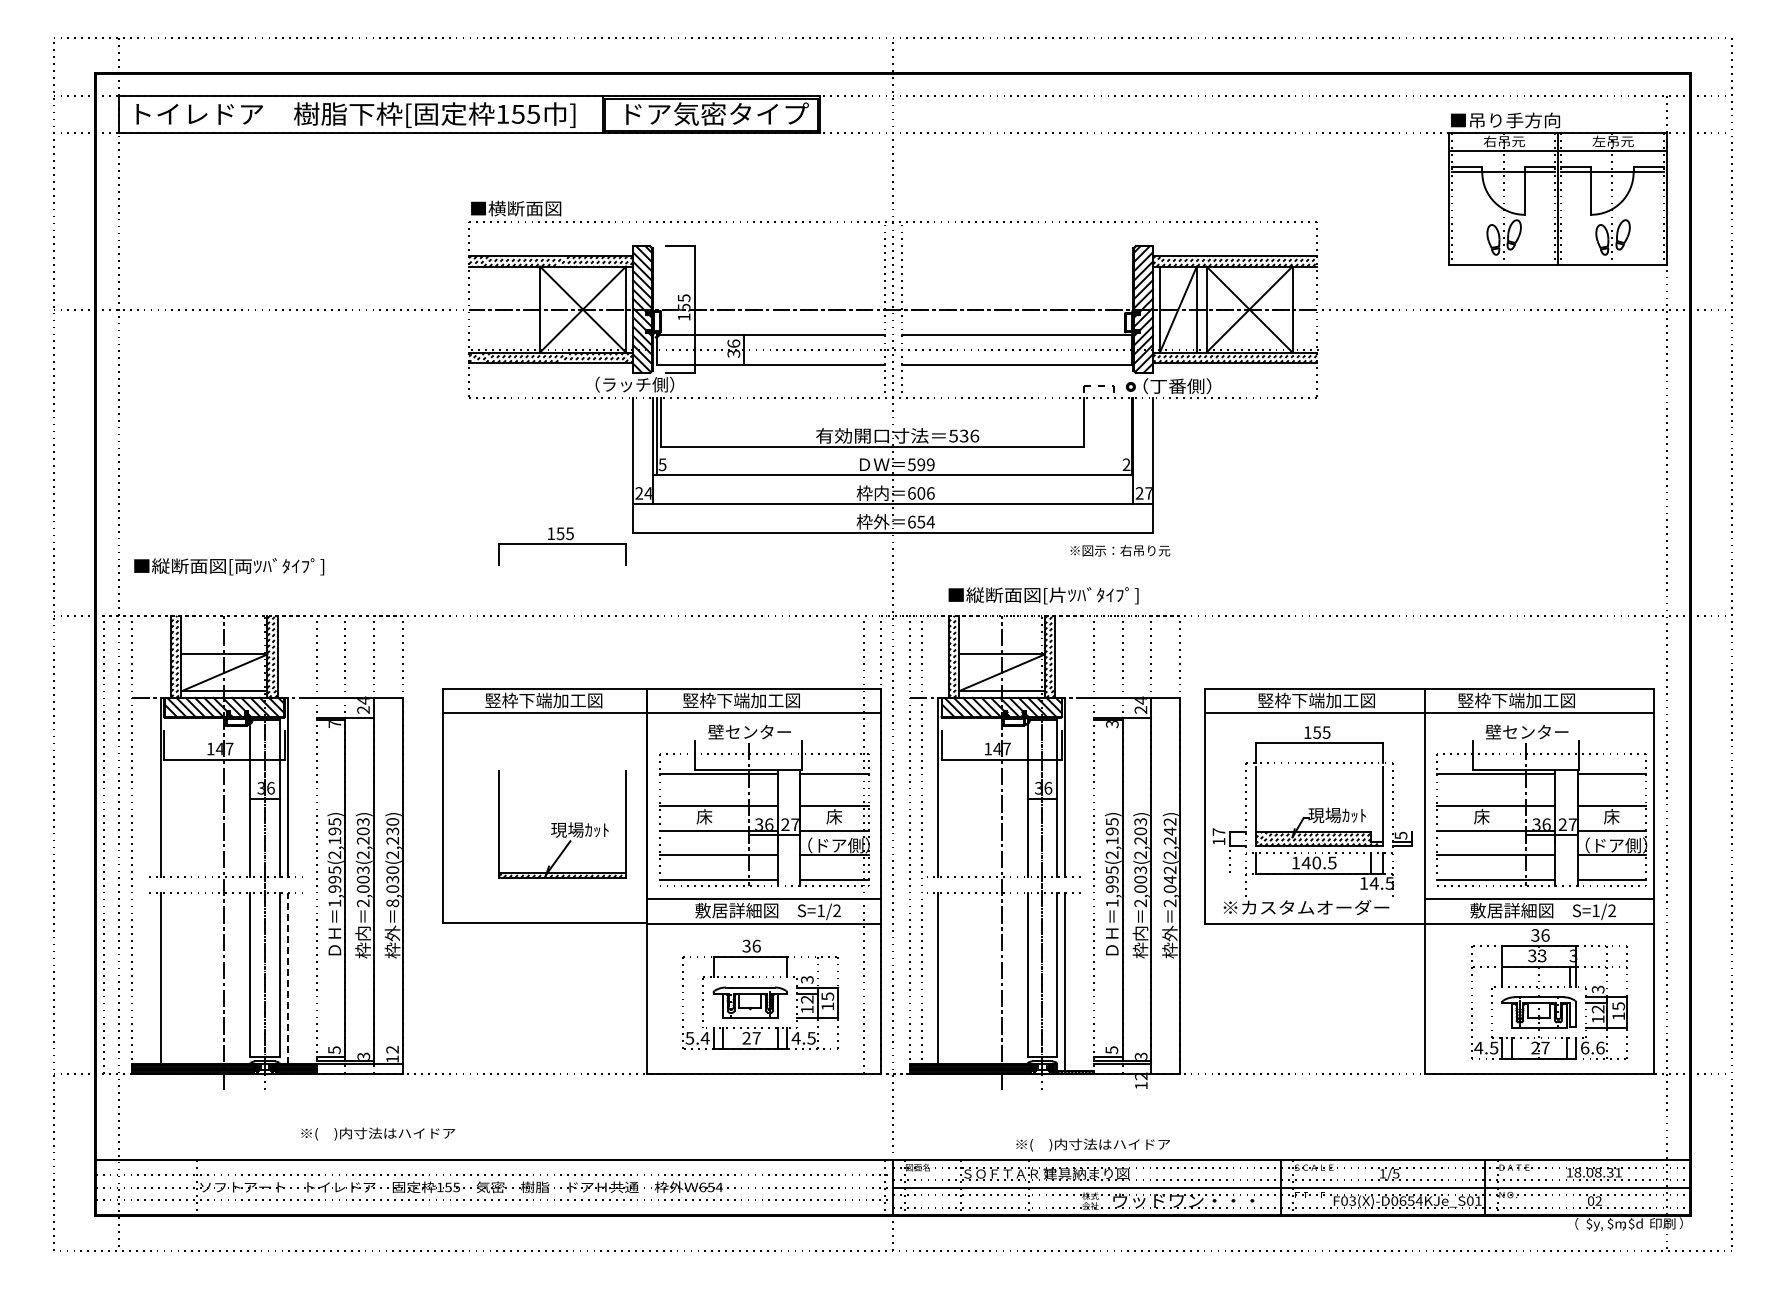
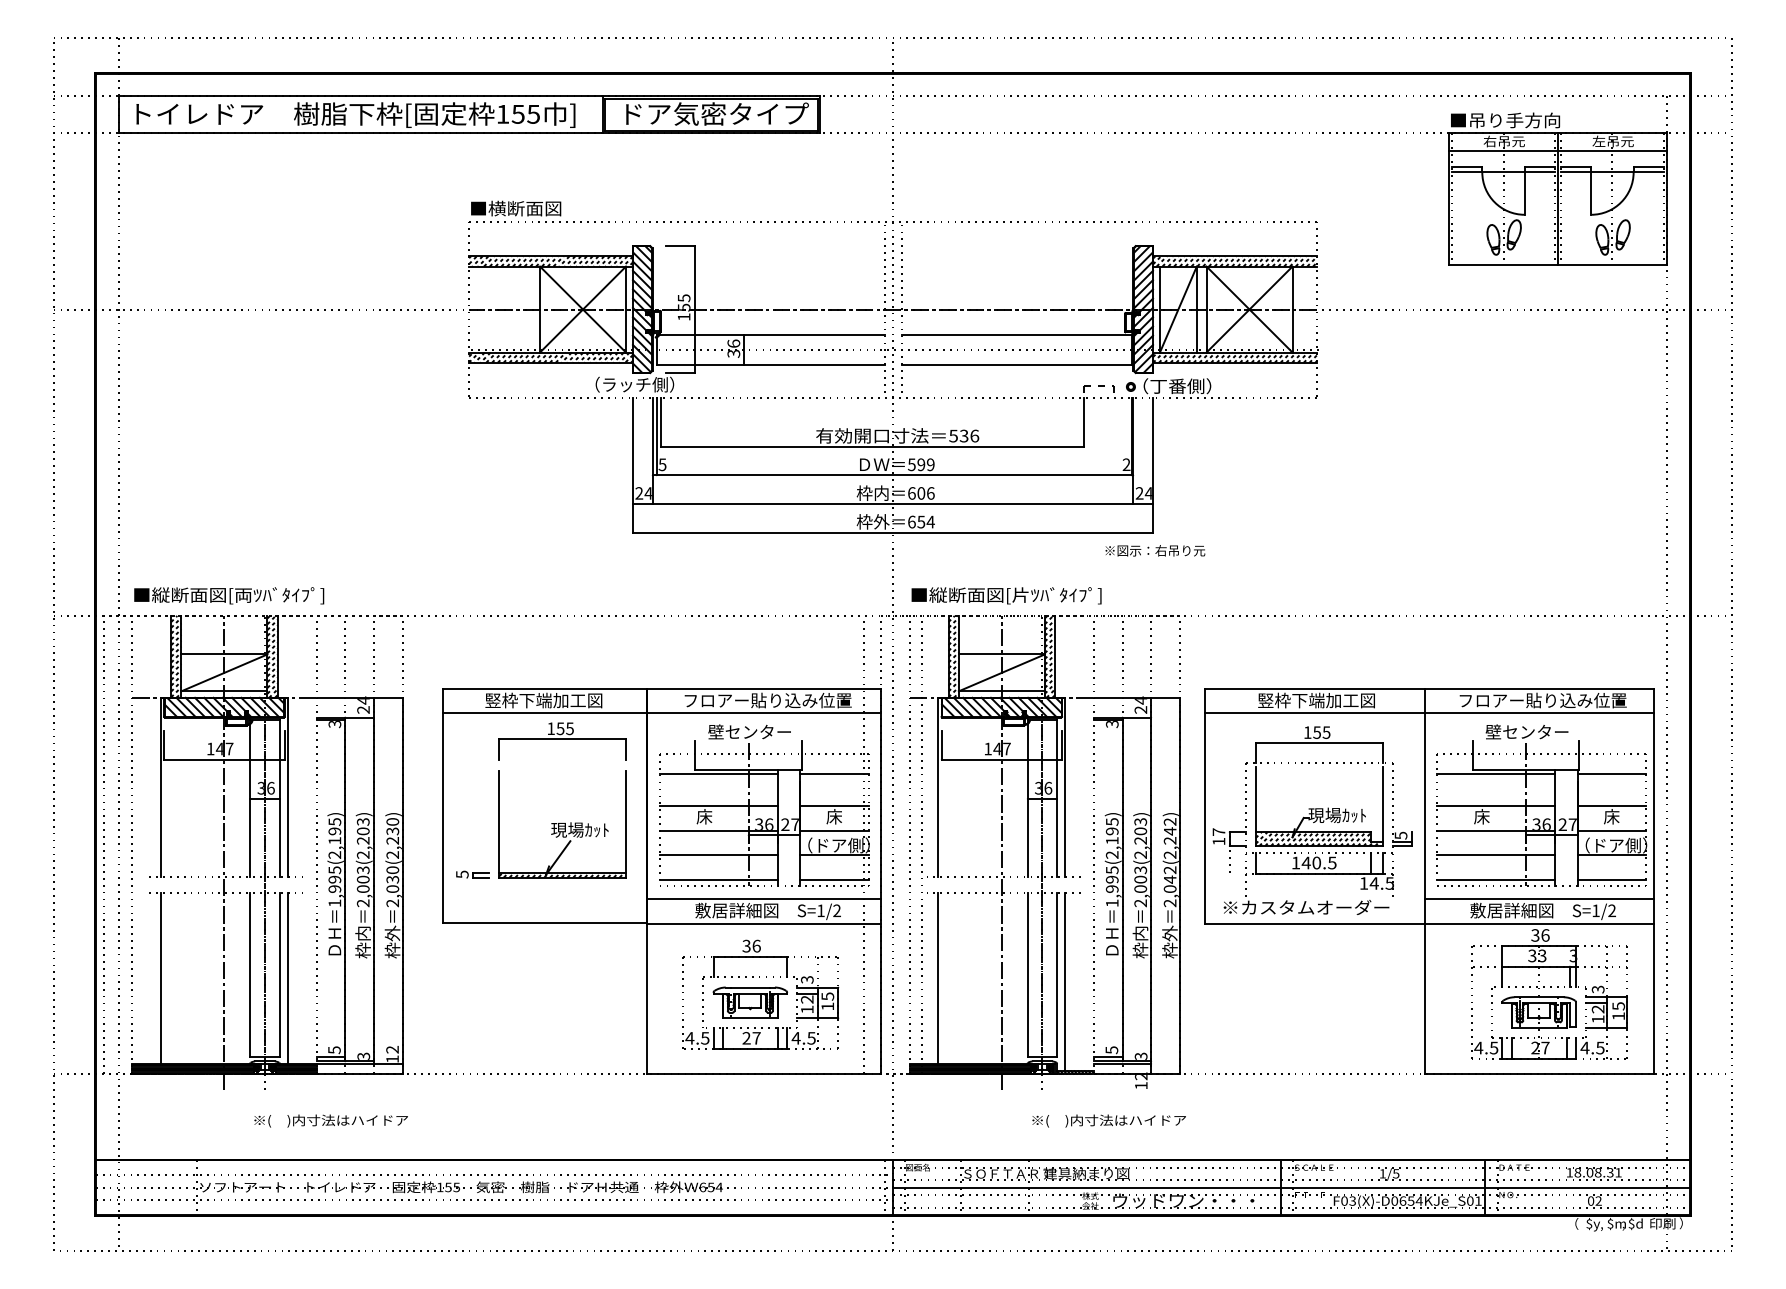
text at (1147, 493): 27 -> 24
part at (562, 546) position: (562, 546) -> (562, 741)
text at (1120, 550) position: (1120, 550) -> (1155, 550)
text at (229, 566) position: (229, 566) -> (229, 595)
text at (1043, 595) position: (1043, 595) -> (1006, 595)
text at (767, 700): 竪枠下端加工図 -> フロアー貼り込み位置
text at (1542, 700): 竪枠下端加工図 -> フロアー貼り込み位置
text at (334, 724): 7 -> 3
part at (472, 874): none -> present
text at (392, 903): 8,030(2,230) -> 2,030(2,230)
line at (287, 978): dashed -> solid
text at (697, 1038): 5.4 -> 4.5
text at (1592, 1047): 6.6 -> 4.5
text at (377, 1133) position: (377, 1133) -> (330, 1120)
text at (1092, 1144) position: (1092, 1144) -> (1108, 1120)
